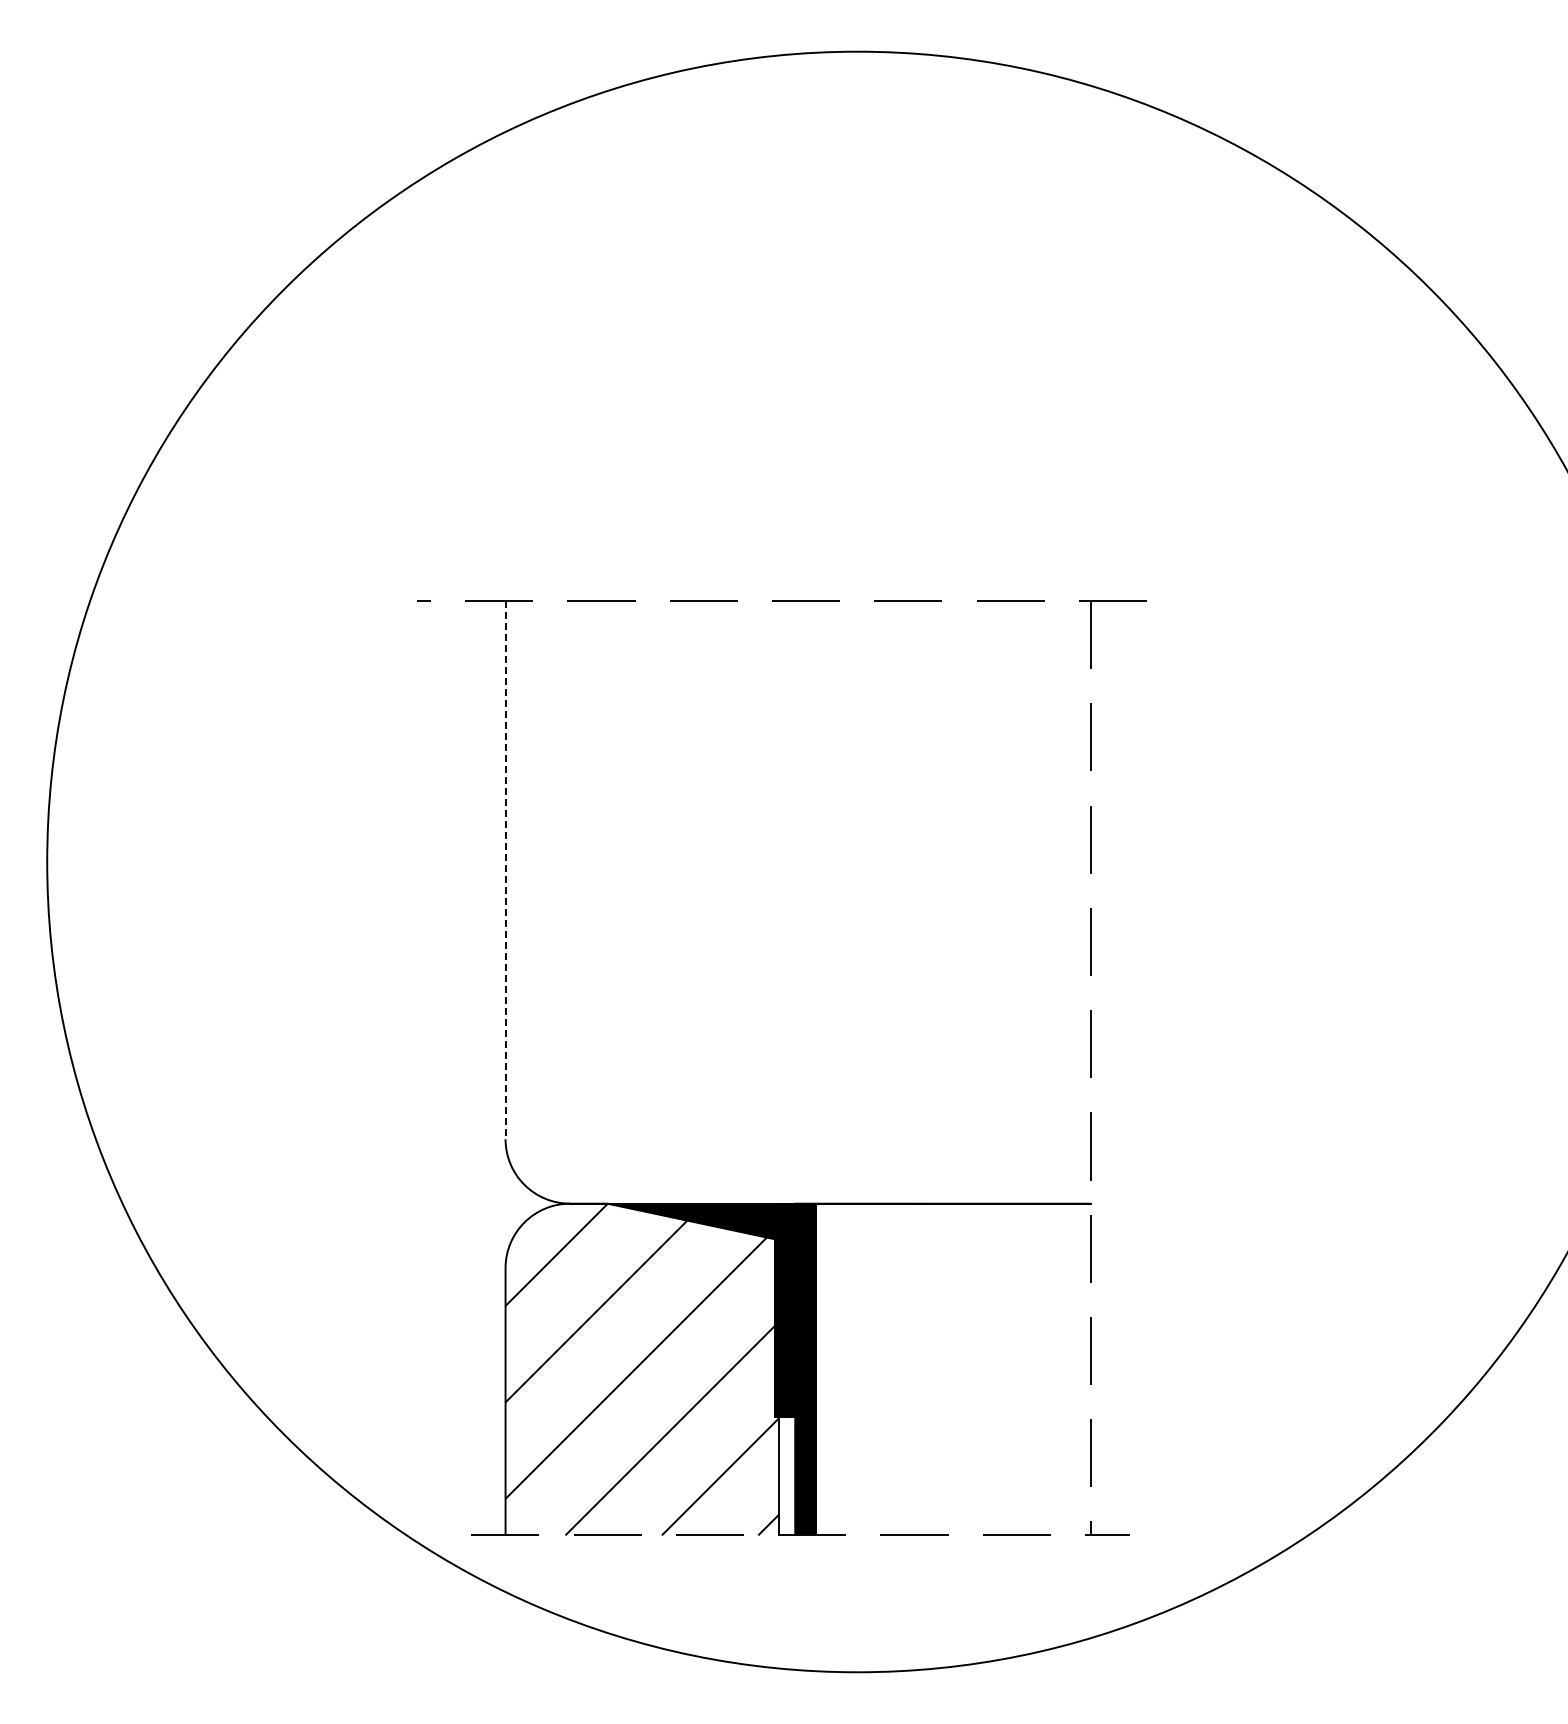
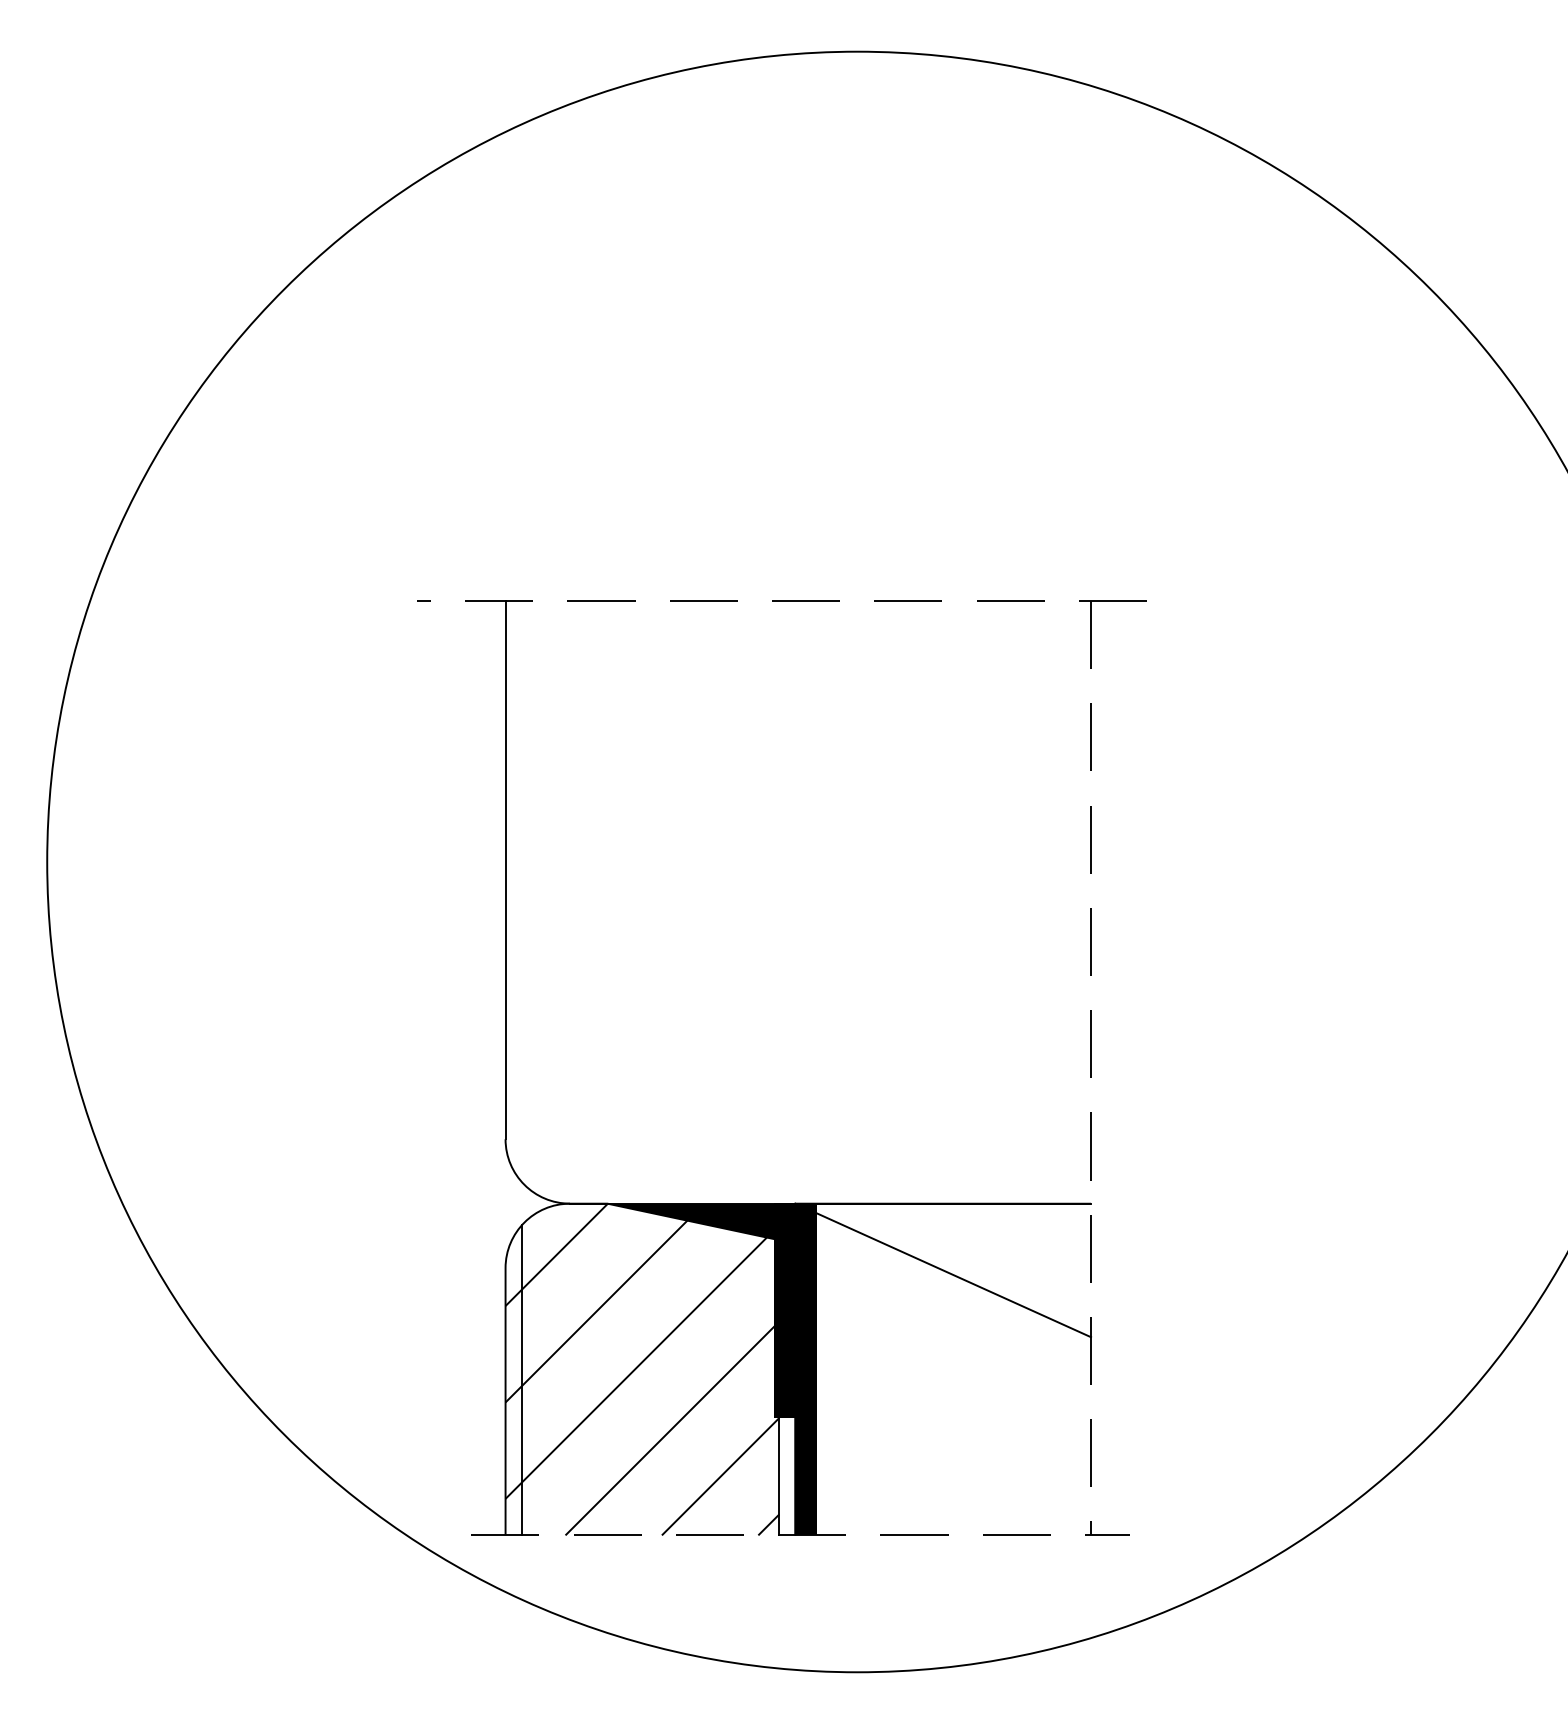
line at (505, 870): dashed -> solid
line at (943, 1270): none -> present
line at (521, 1380): none -> present
